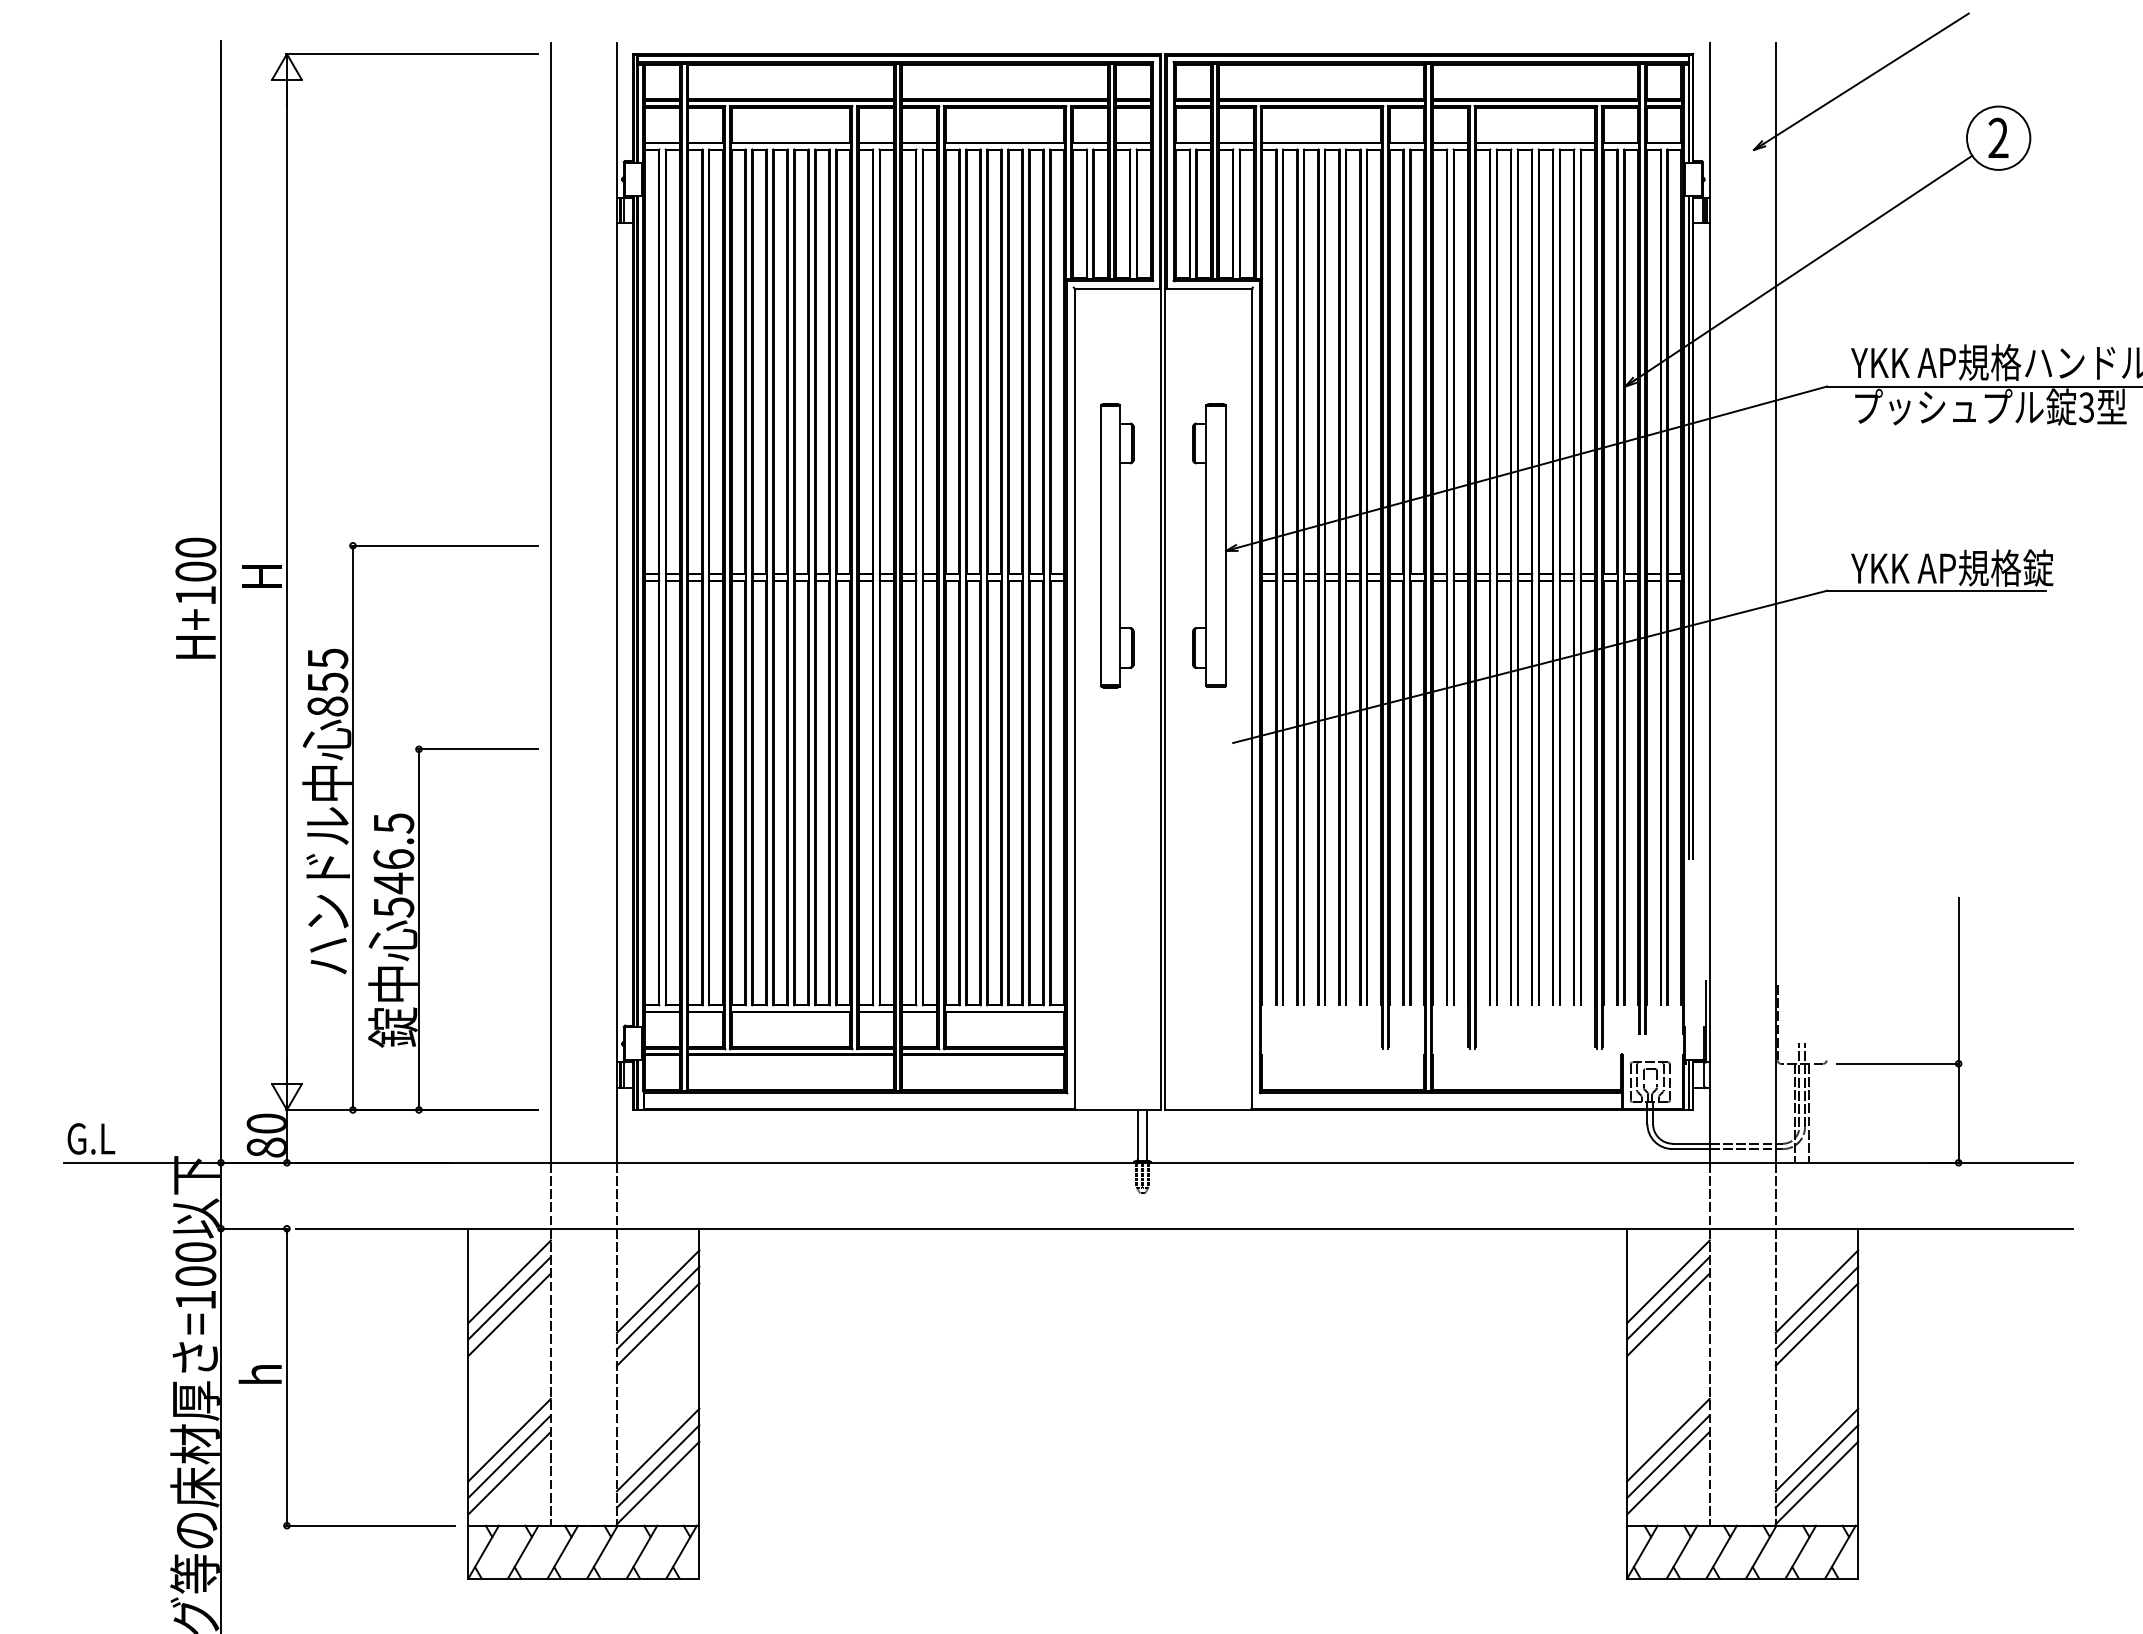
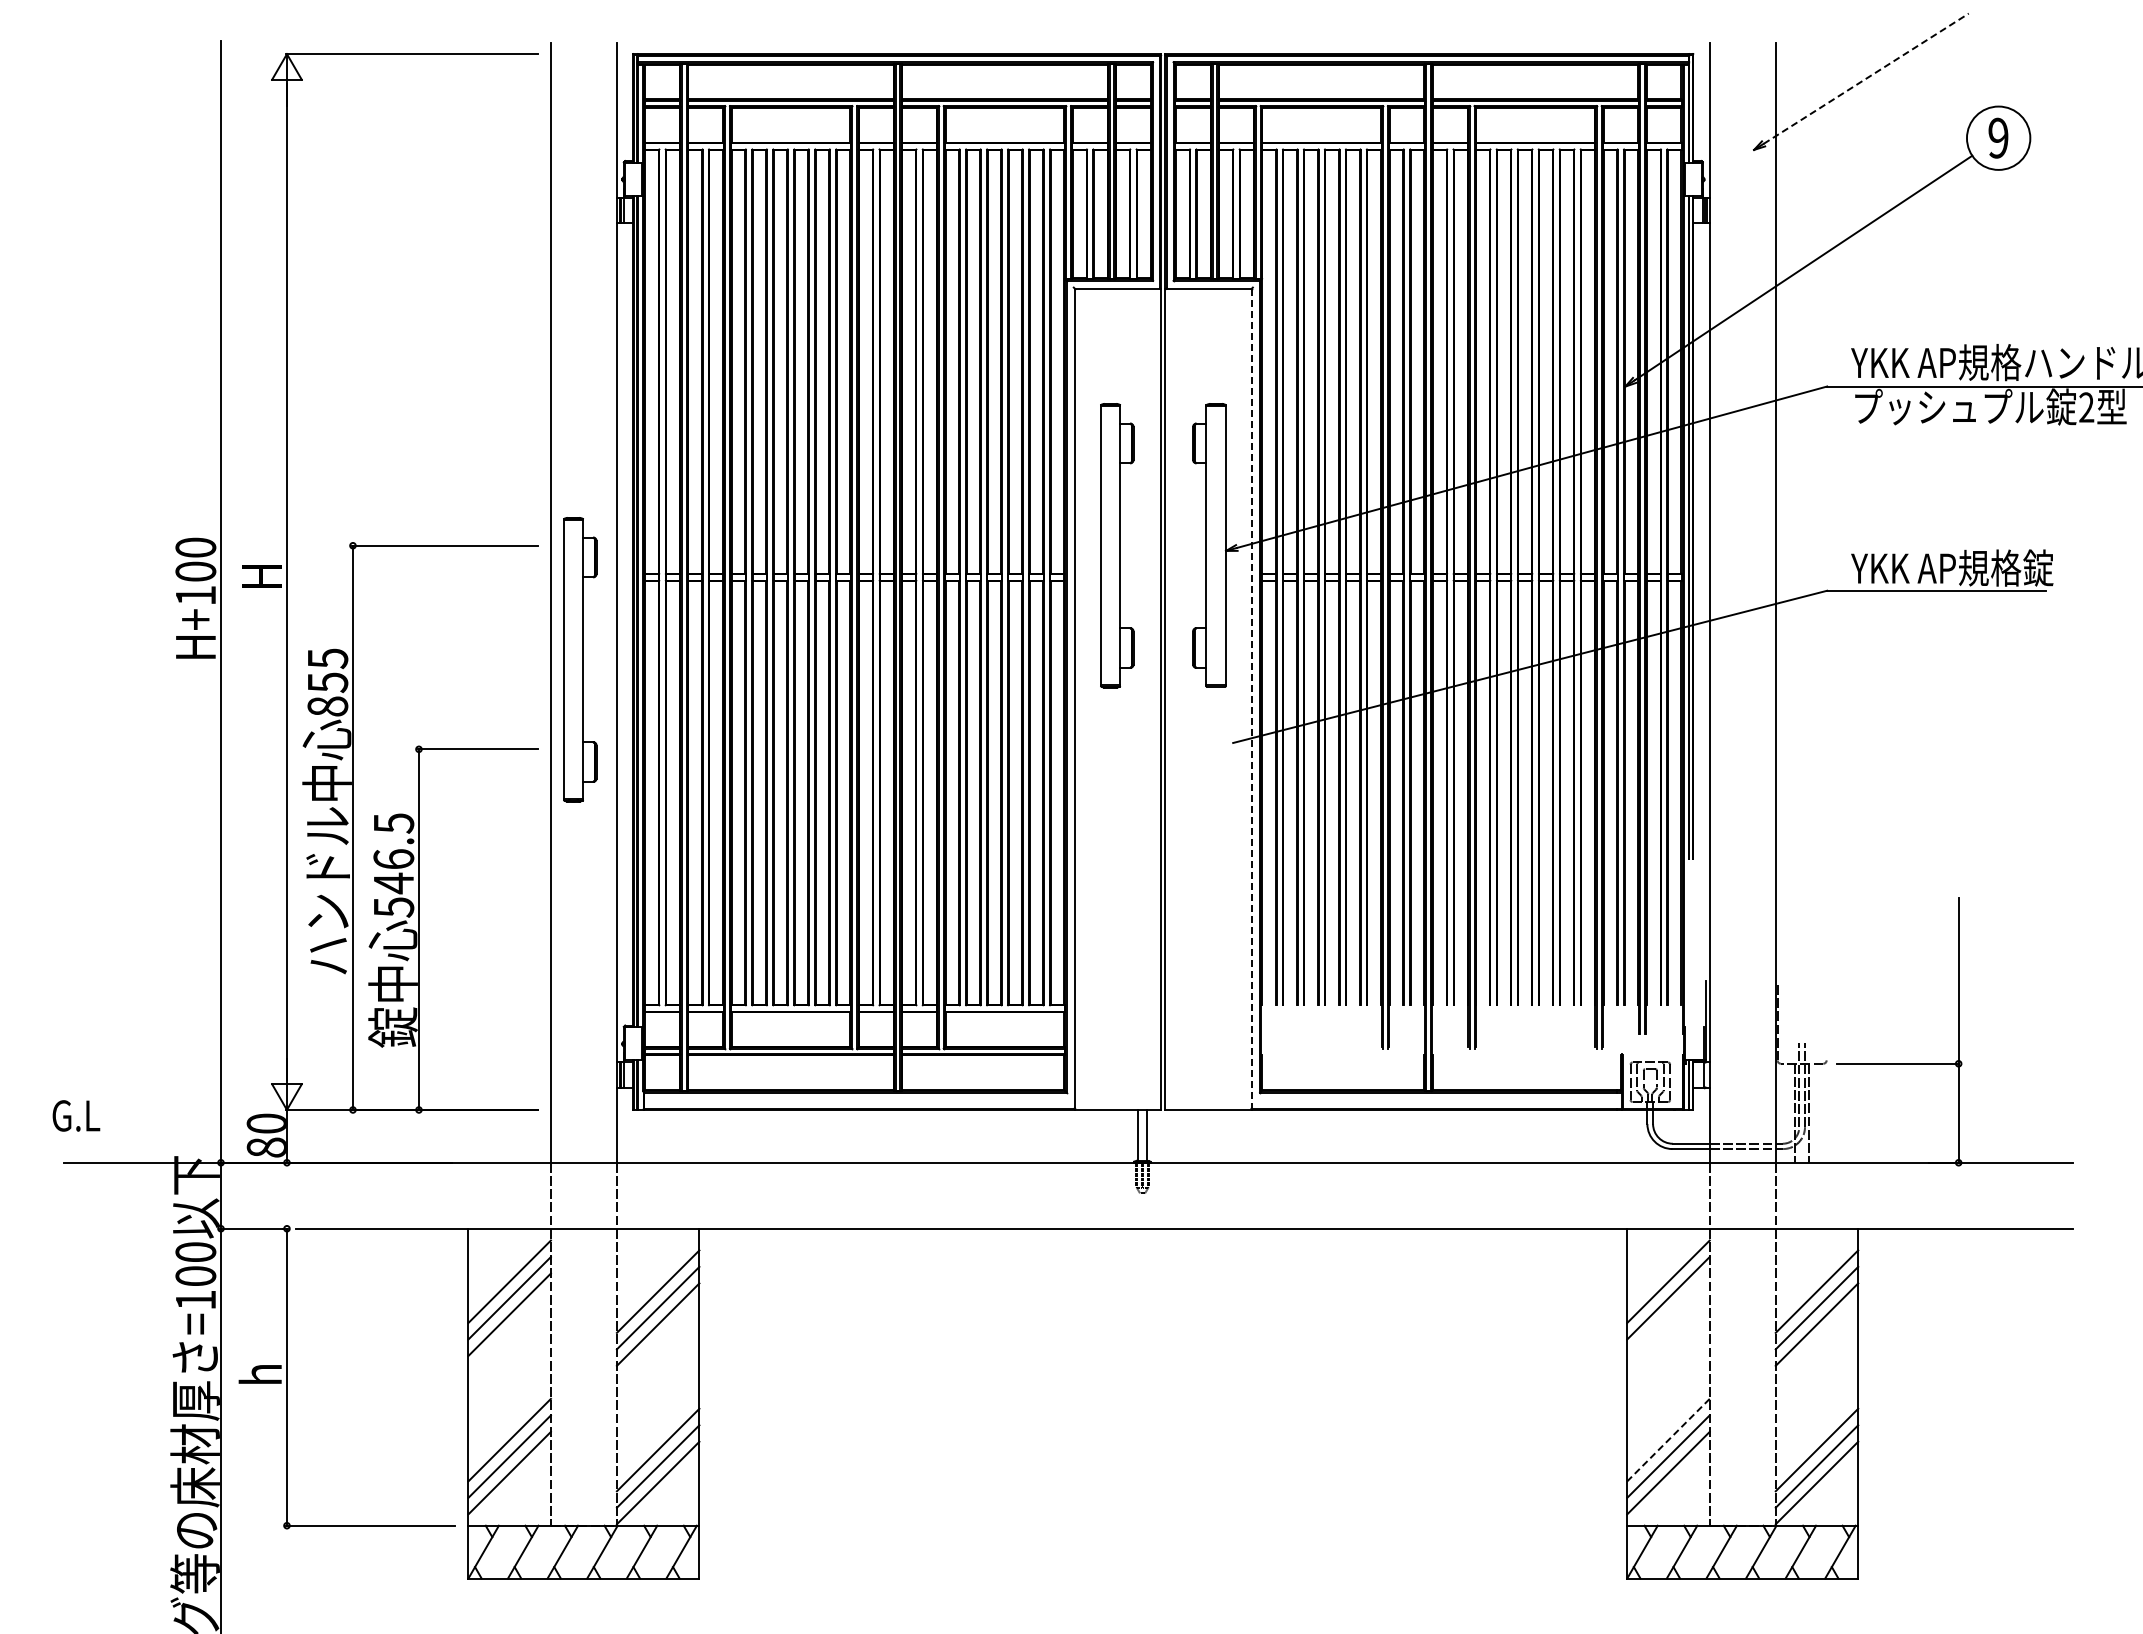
line at (1866, 78): solid -> dashed
text at (1998, 138): 2 -> 9
text at (2086, 407): 3 -> 2
part at (580, 659): none -> present
line at (1251, 699): solid -> dashed
text at (91, 1138) position: (91, 1138) -> (76, 1115)
line at (1668, 1314): present -> none
line at (1668, 1440): solid -> dashed
